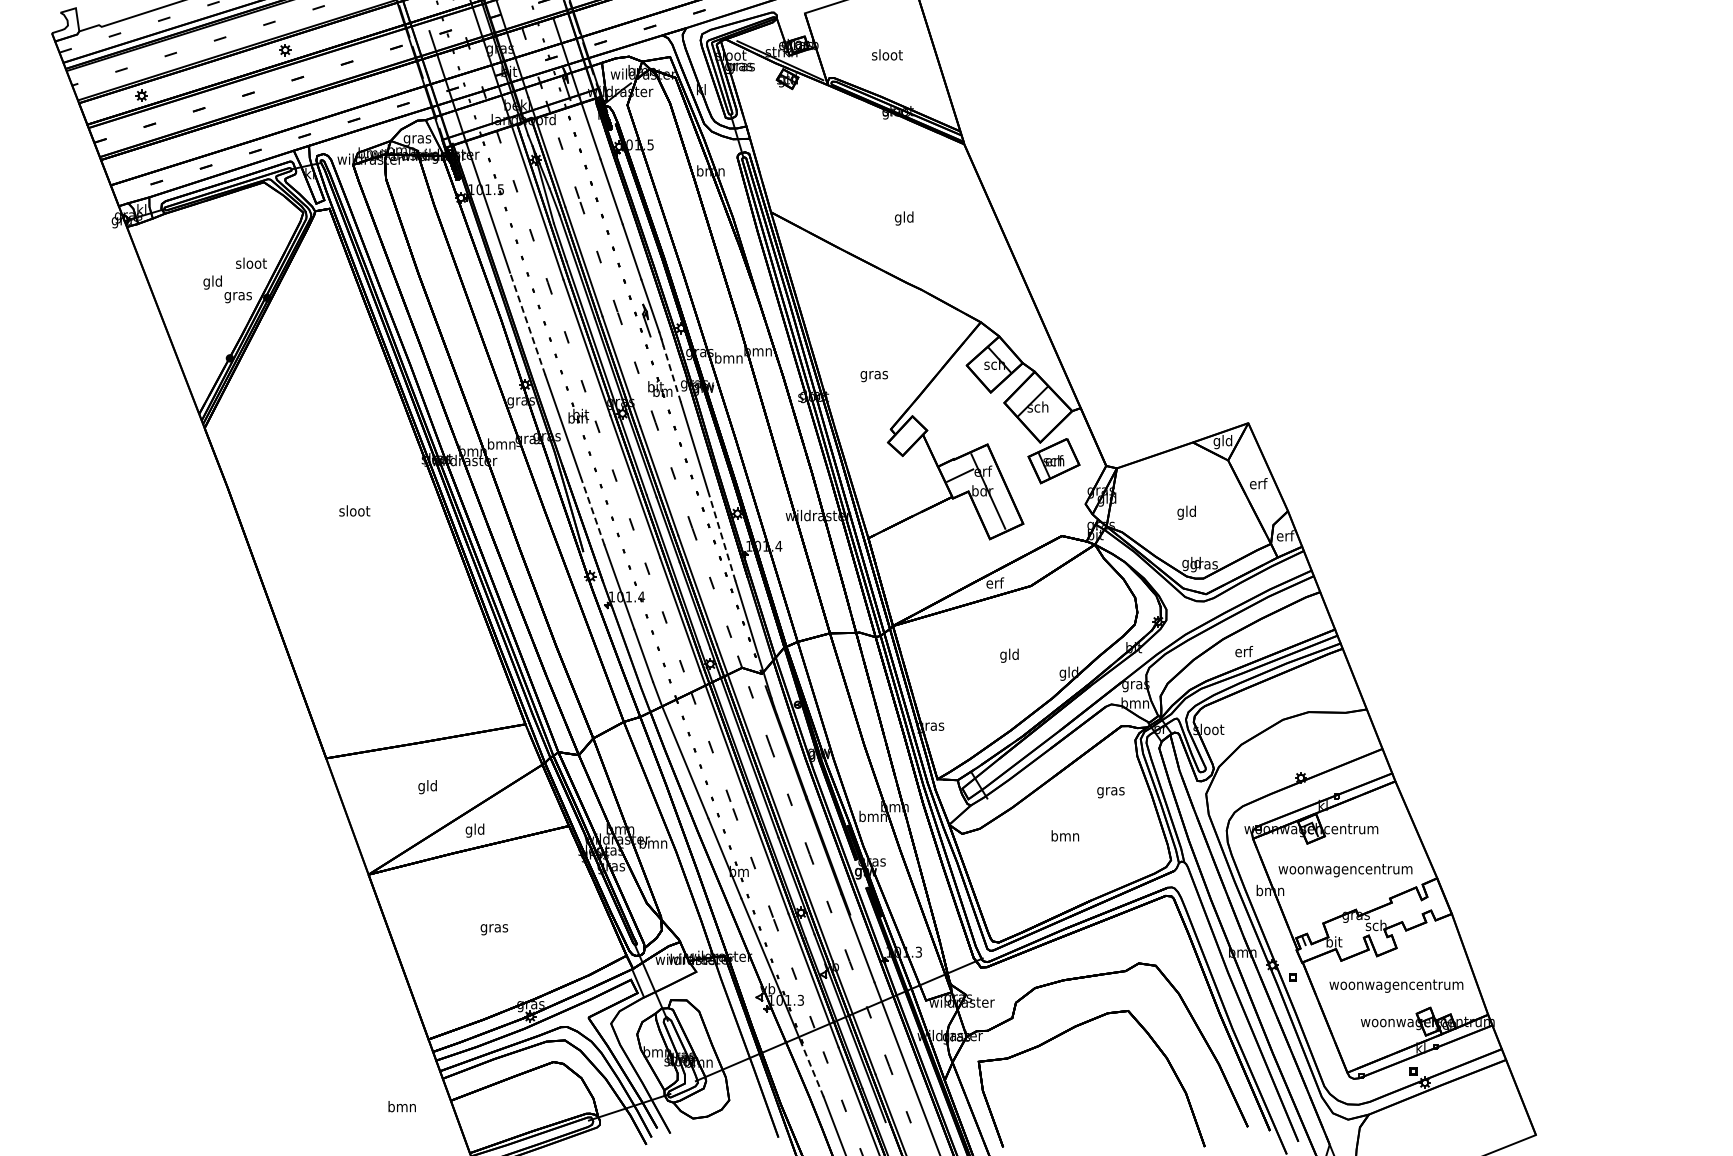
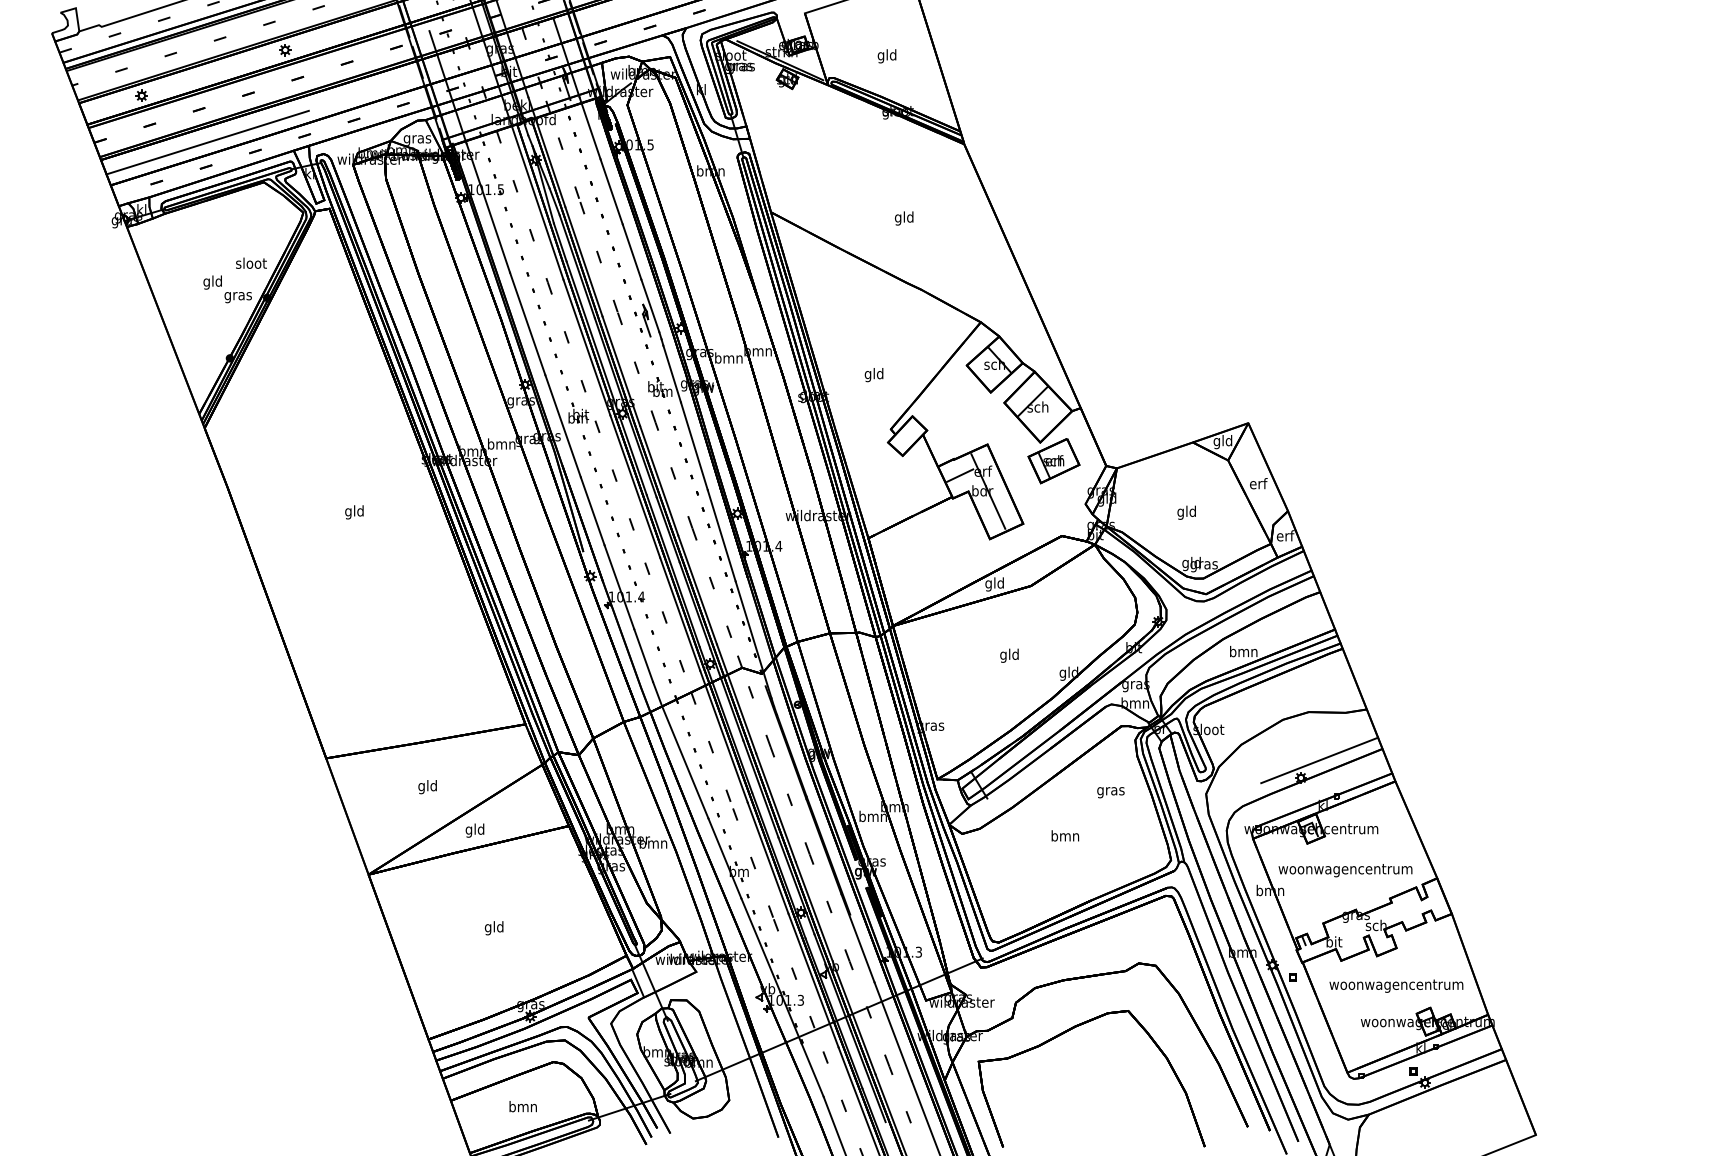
text at (887, 56): sloot -> gld
line at (207, 142): none -> present
line at (527, 323): dashed -> solid
line at (672, 374): dashed -> solid
text at (873, 375): gras -> gld
line at (592, 511): dashed -> solid
text at (354, 512): sloot -> gld
line at (721, 535): dashed -> solid
text at (994, 584): erf -> gld
text at (1243, 651): erf -> bmn
line at (1319, 760): none -> present
text at (494, 928): gras -> gld
line at (812, 1070): dashed -> solid
text at (401, 1106) position: (401, 1106) -> (522, 1106)
